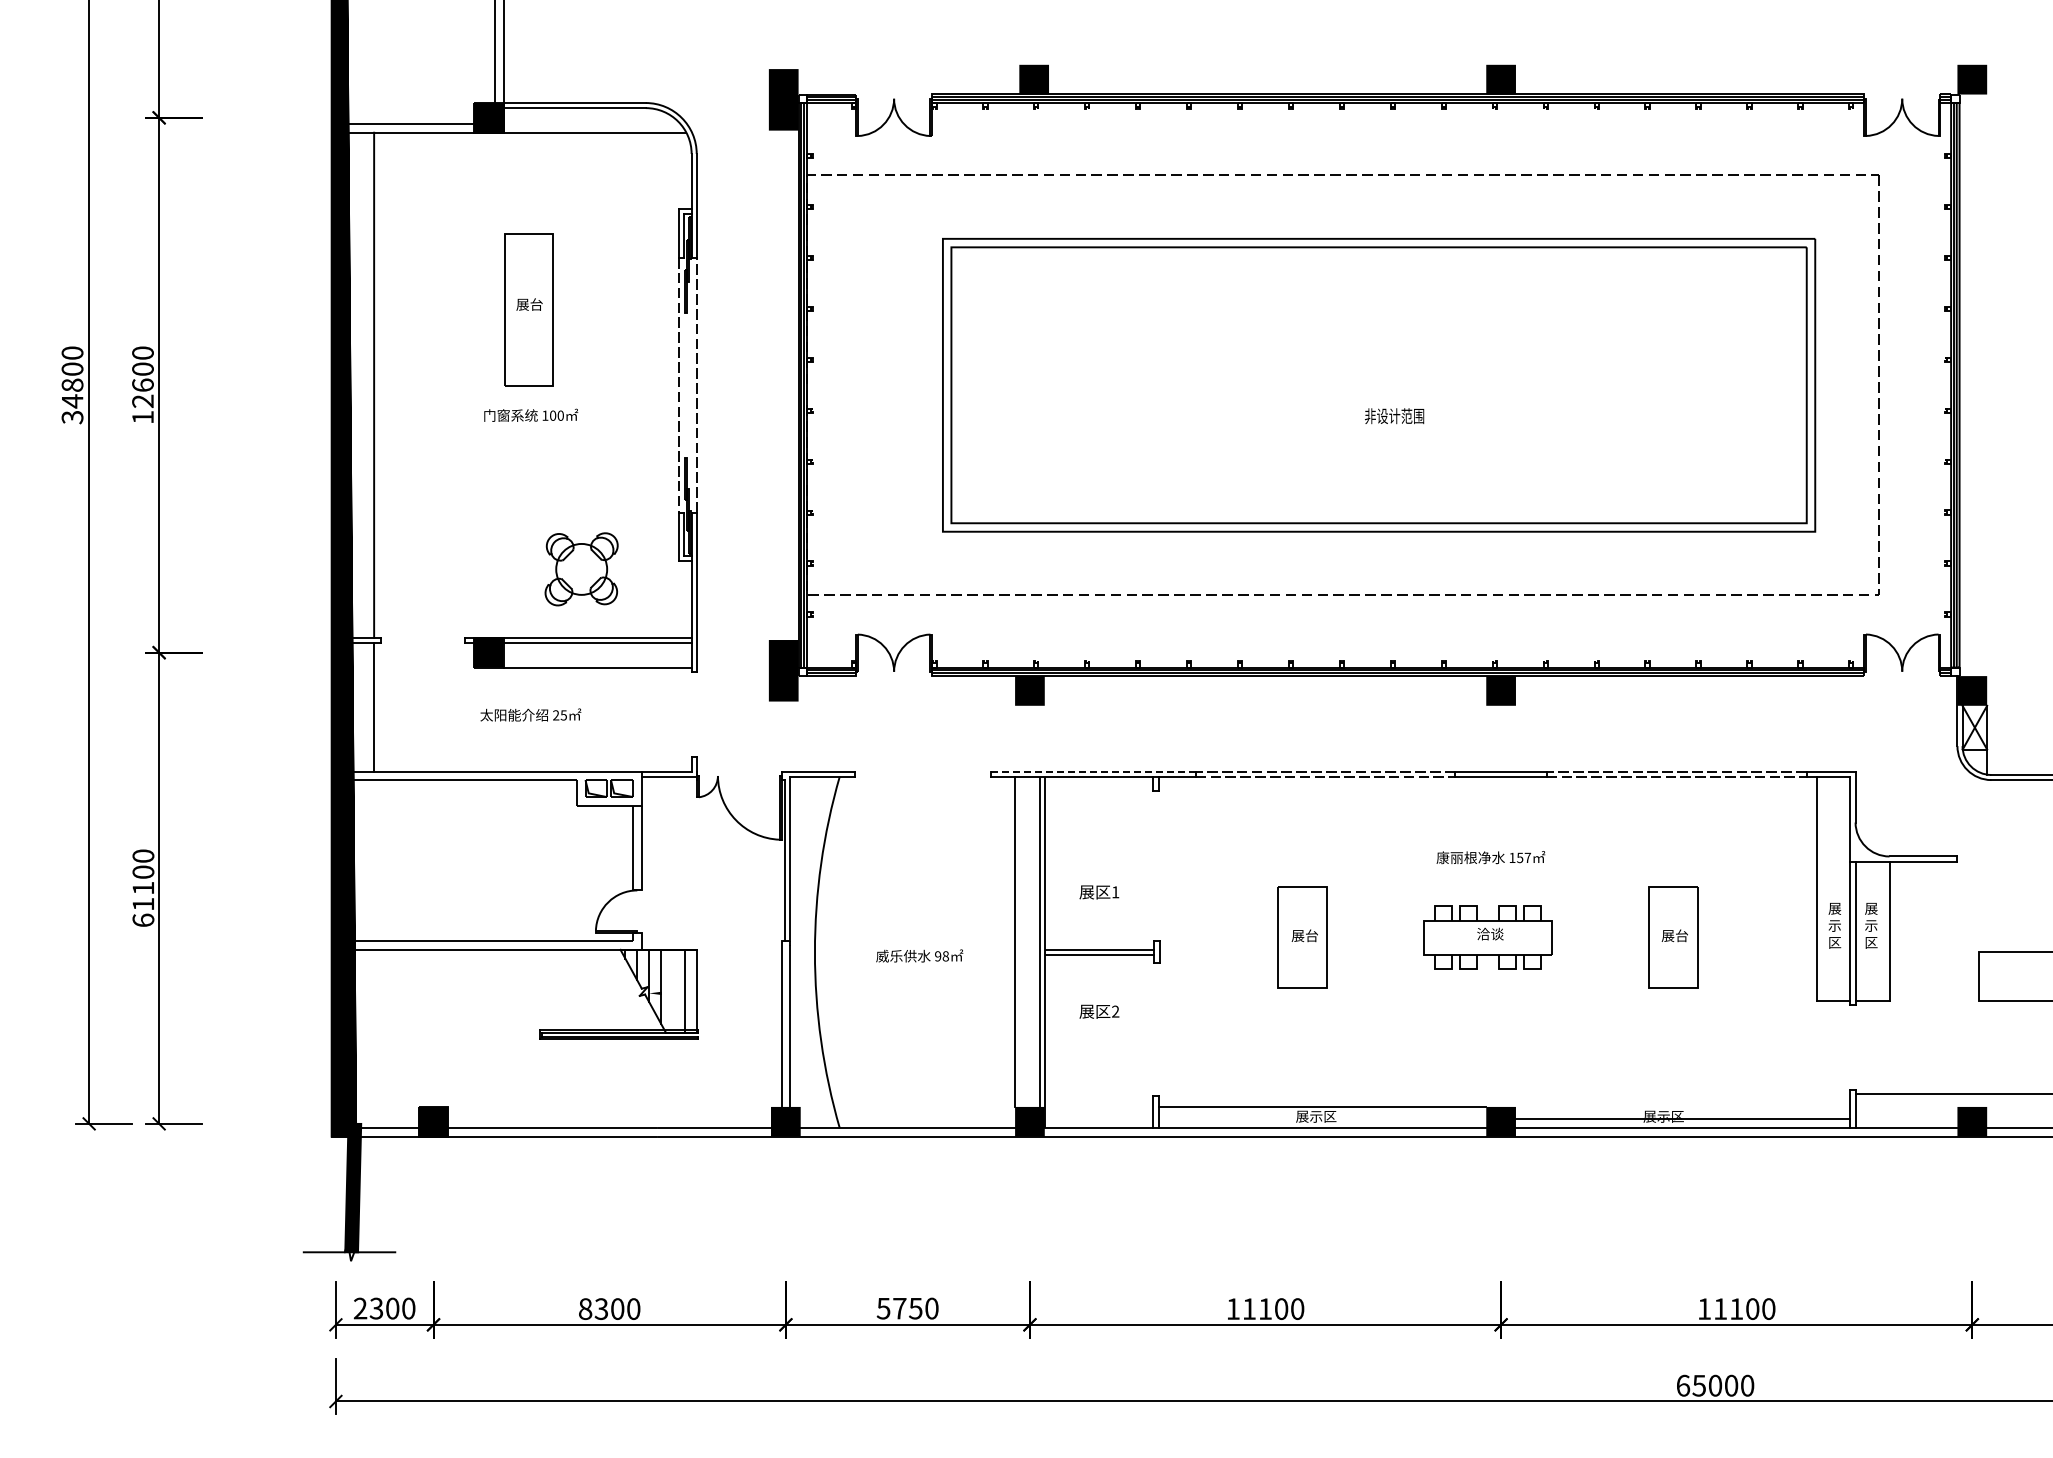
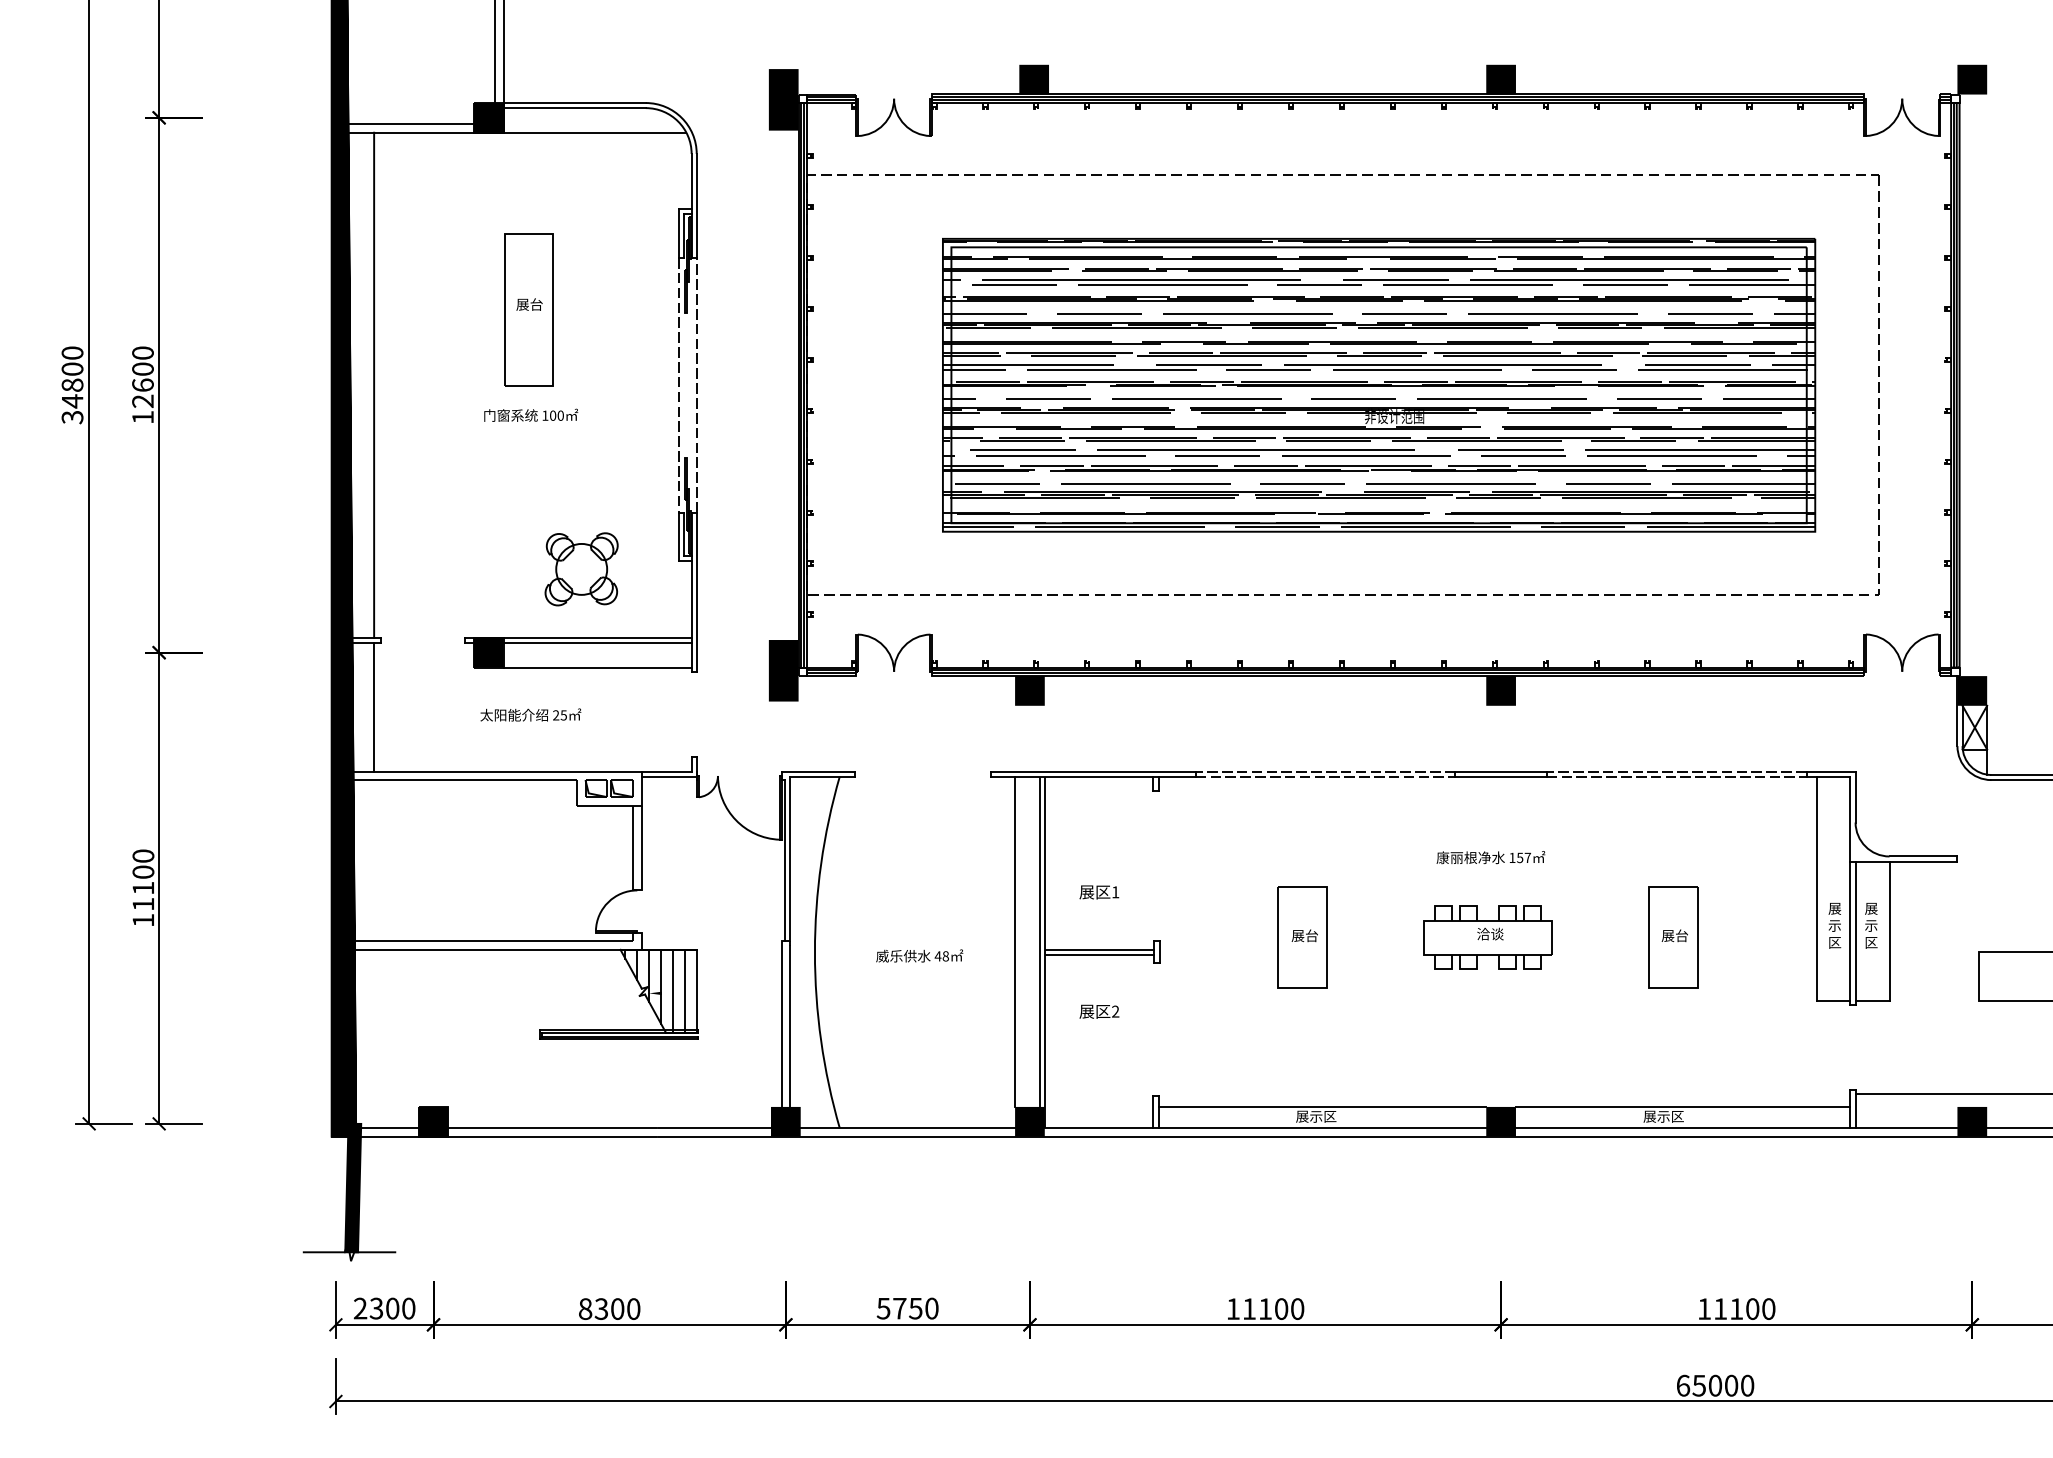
hatch at (1378, 383): none -> present
line at (1094, 771): dashed -> solid
text at (143, 919): 61100 -> 11100
text at (937, 956): 98 -> 48
line at (672, 990): none -> present
line at (1682, 1118) position: (1682, 1118) -> (1682, 1106)
